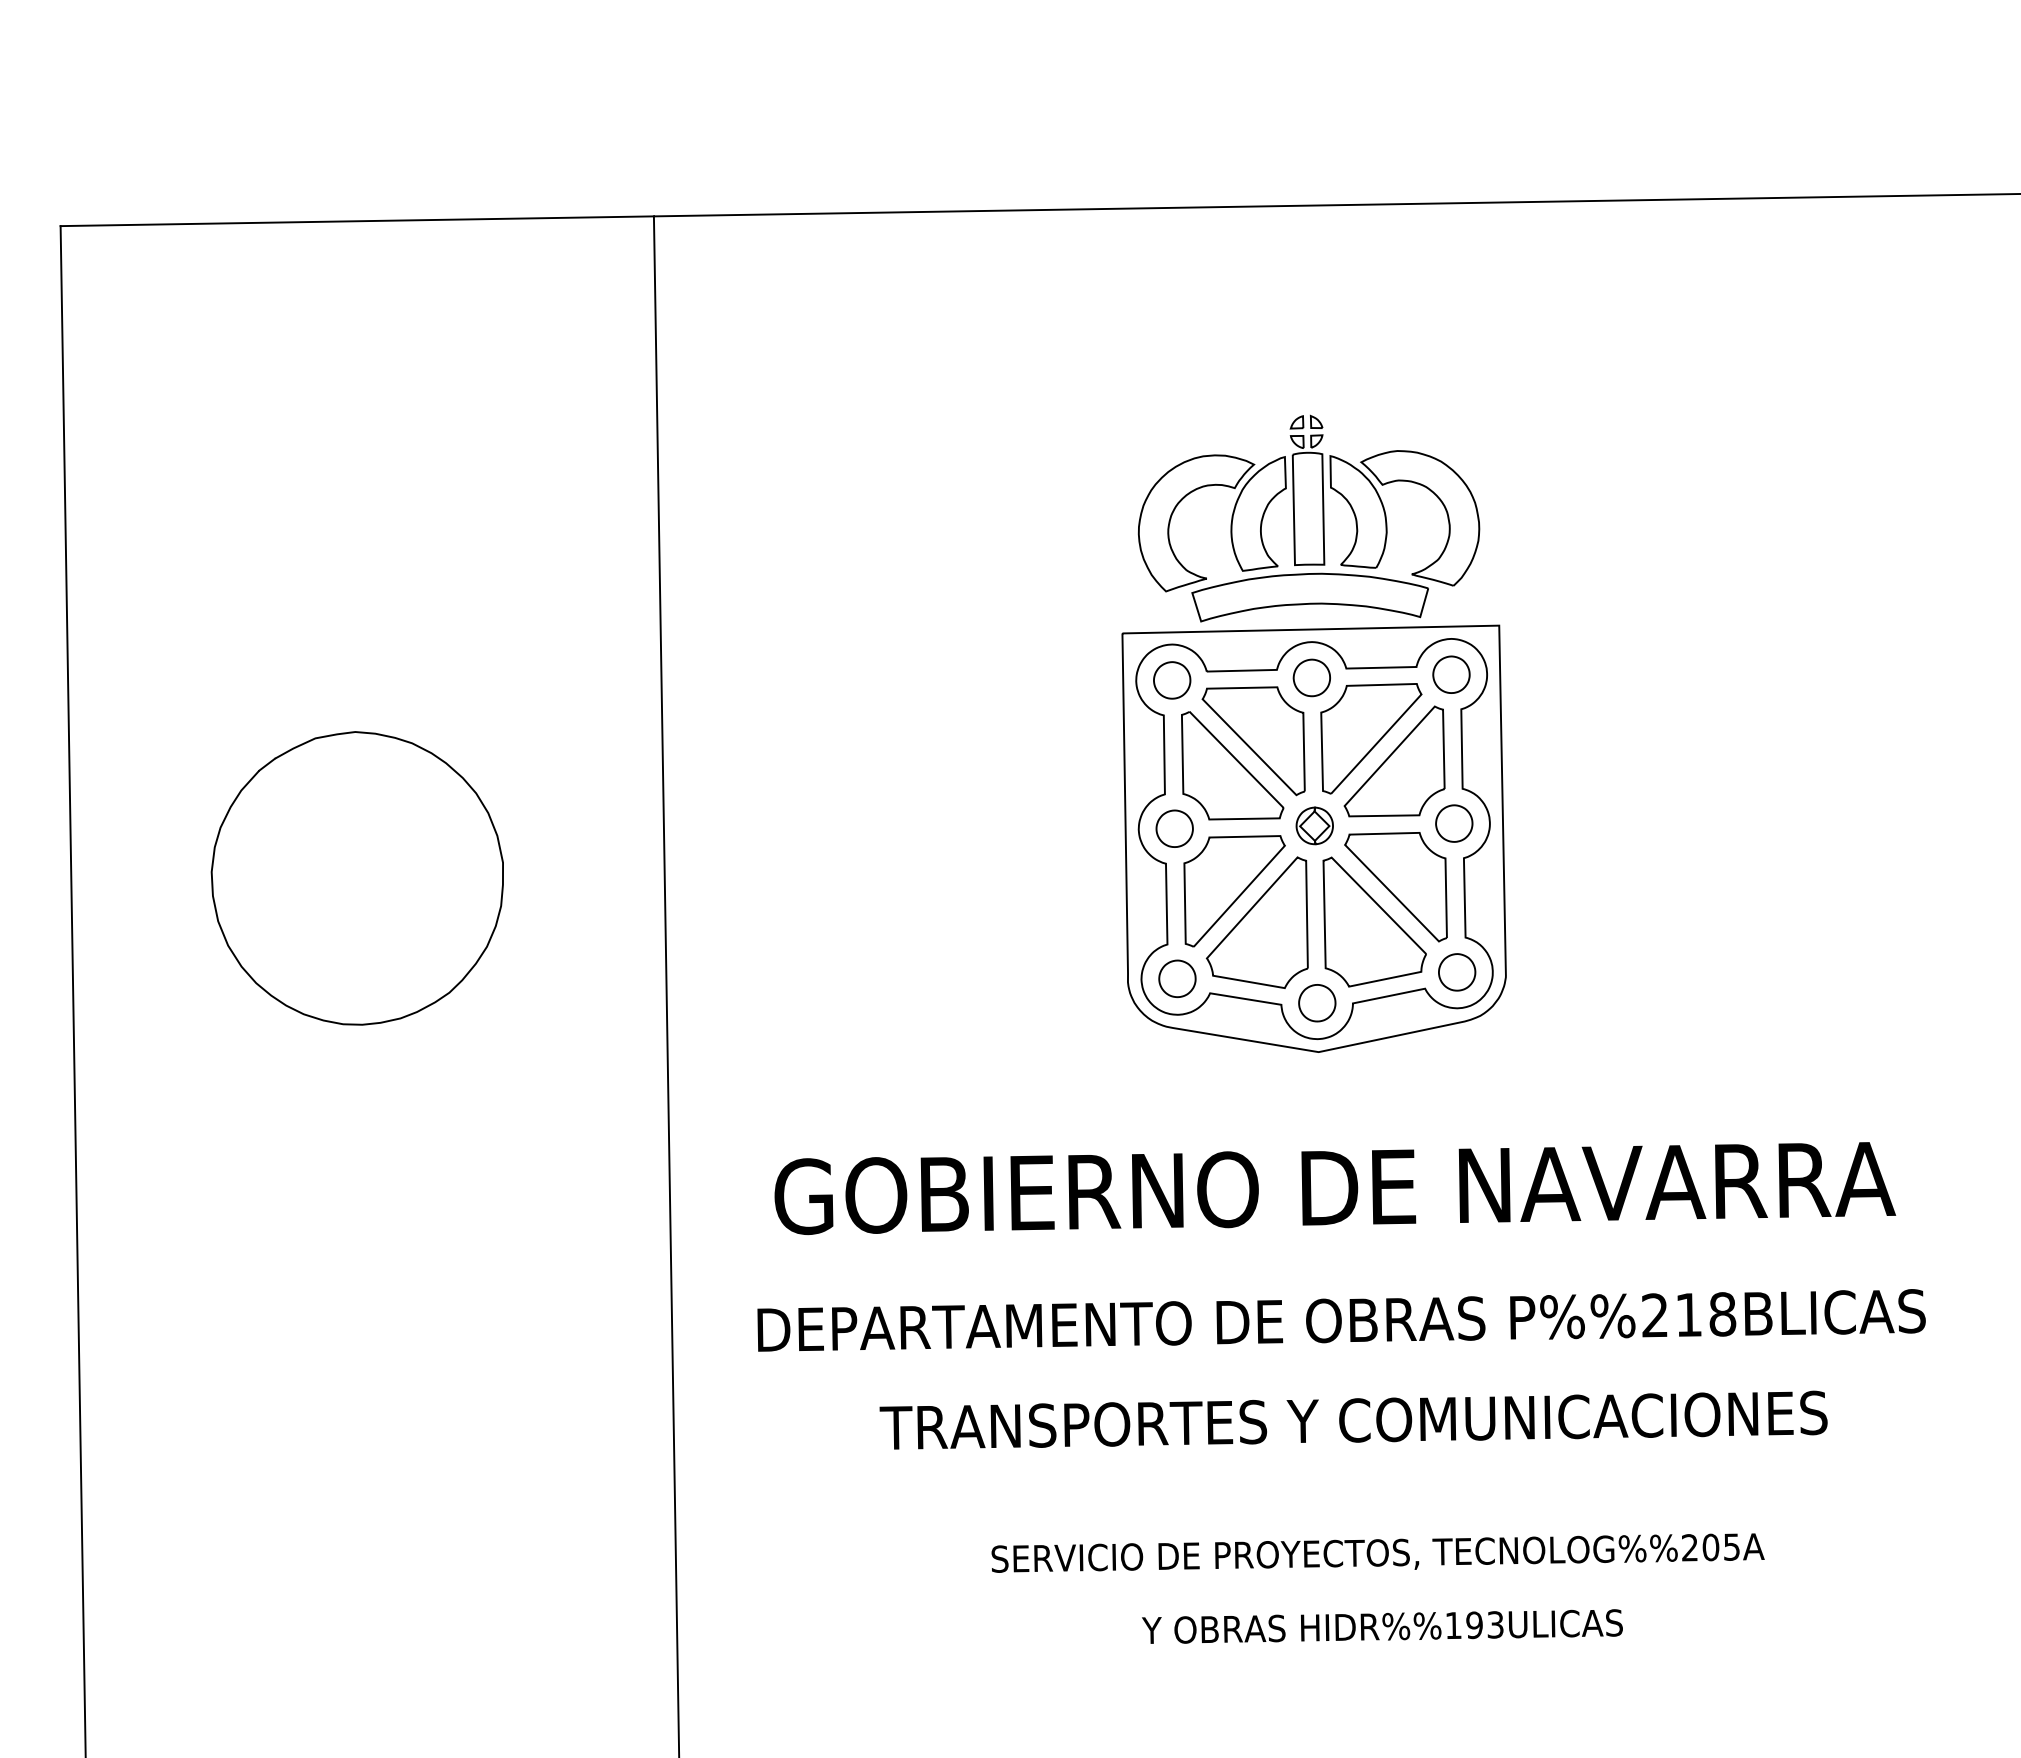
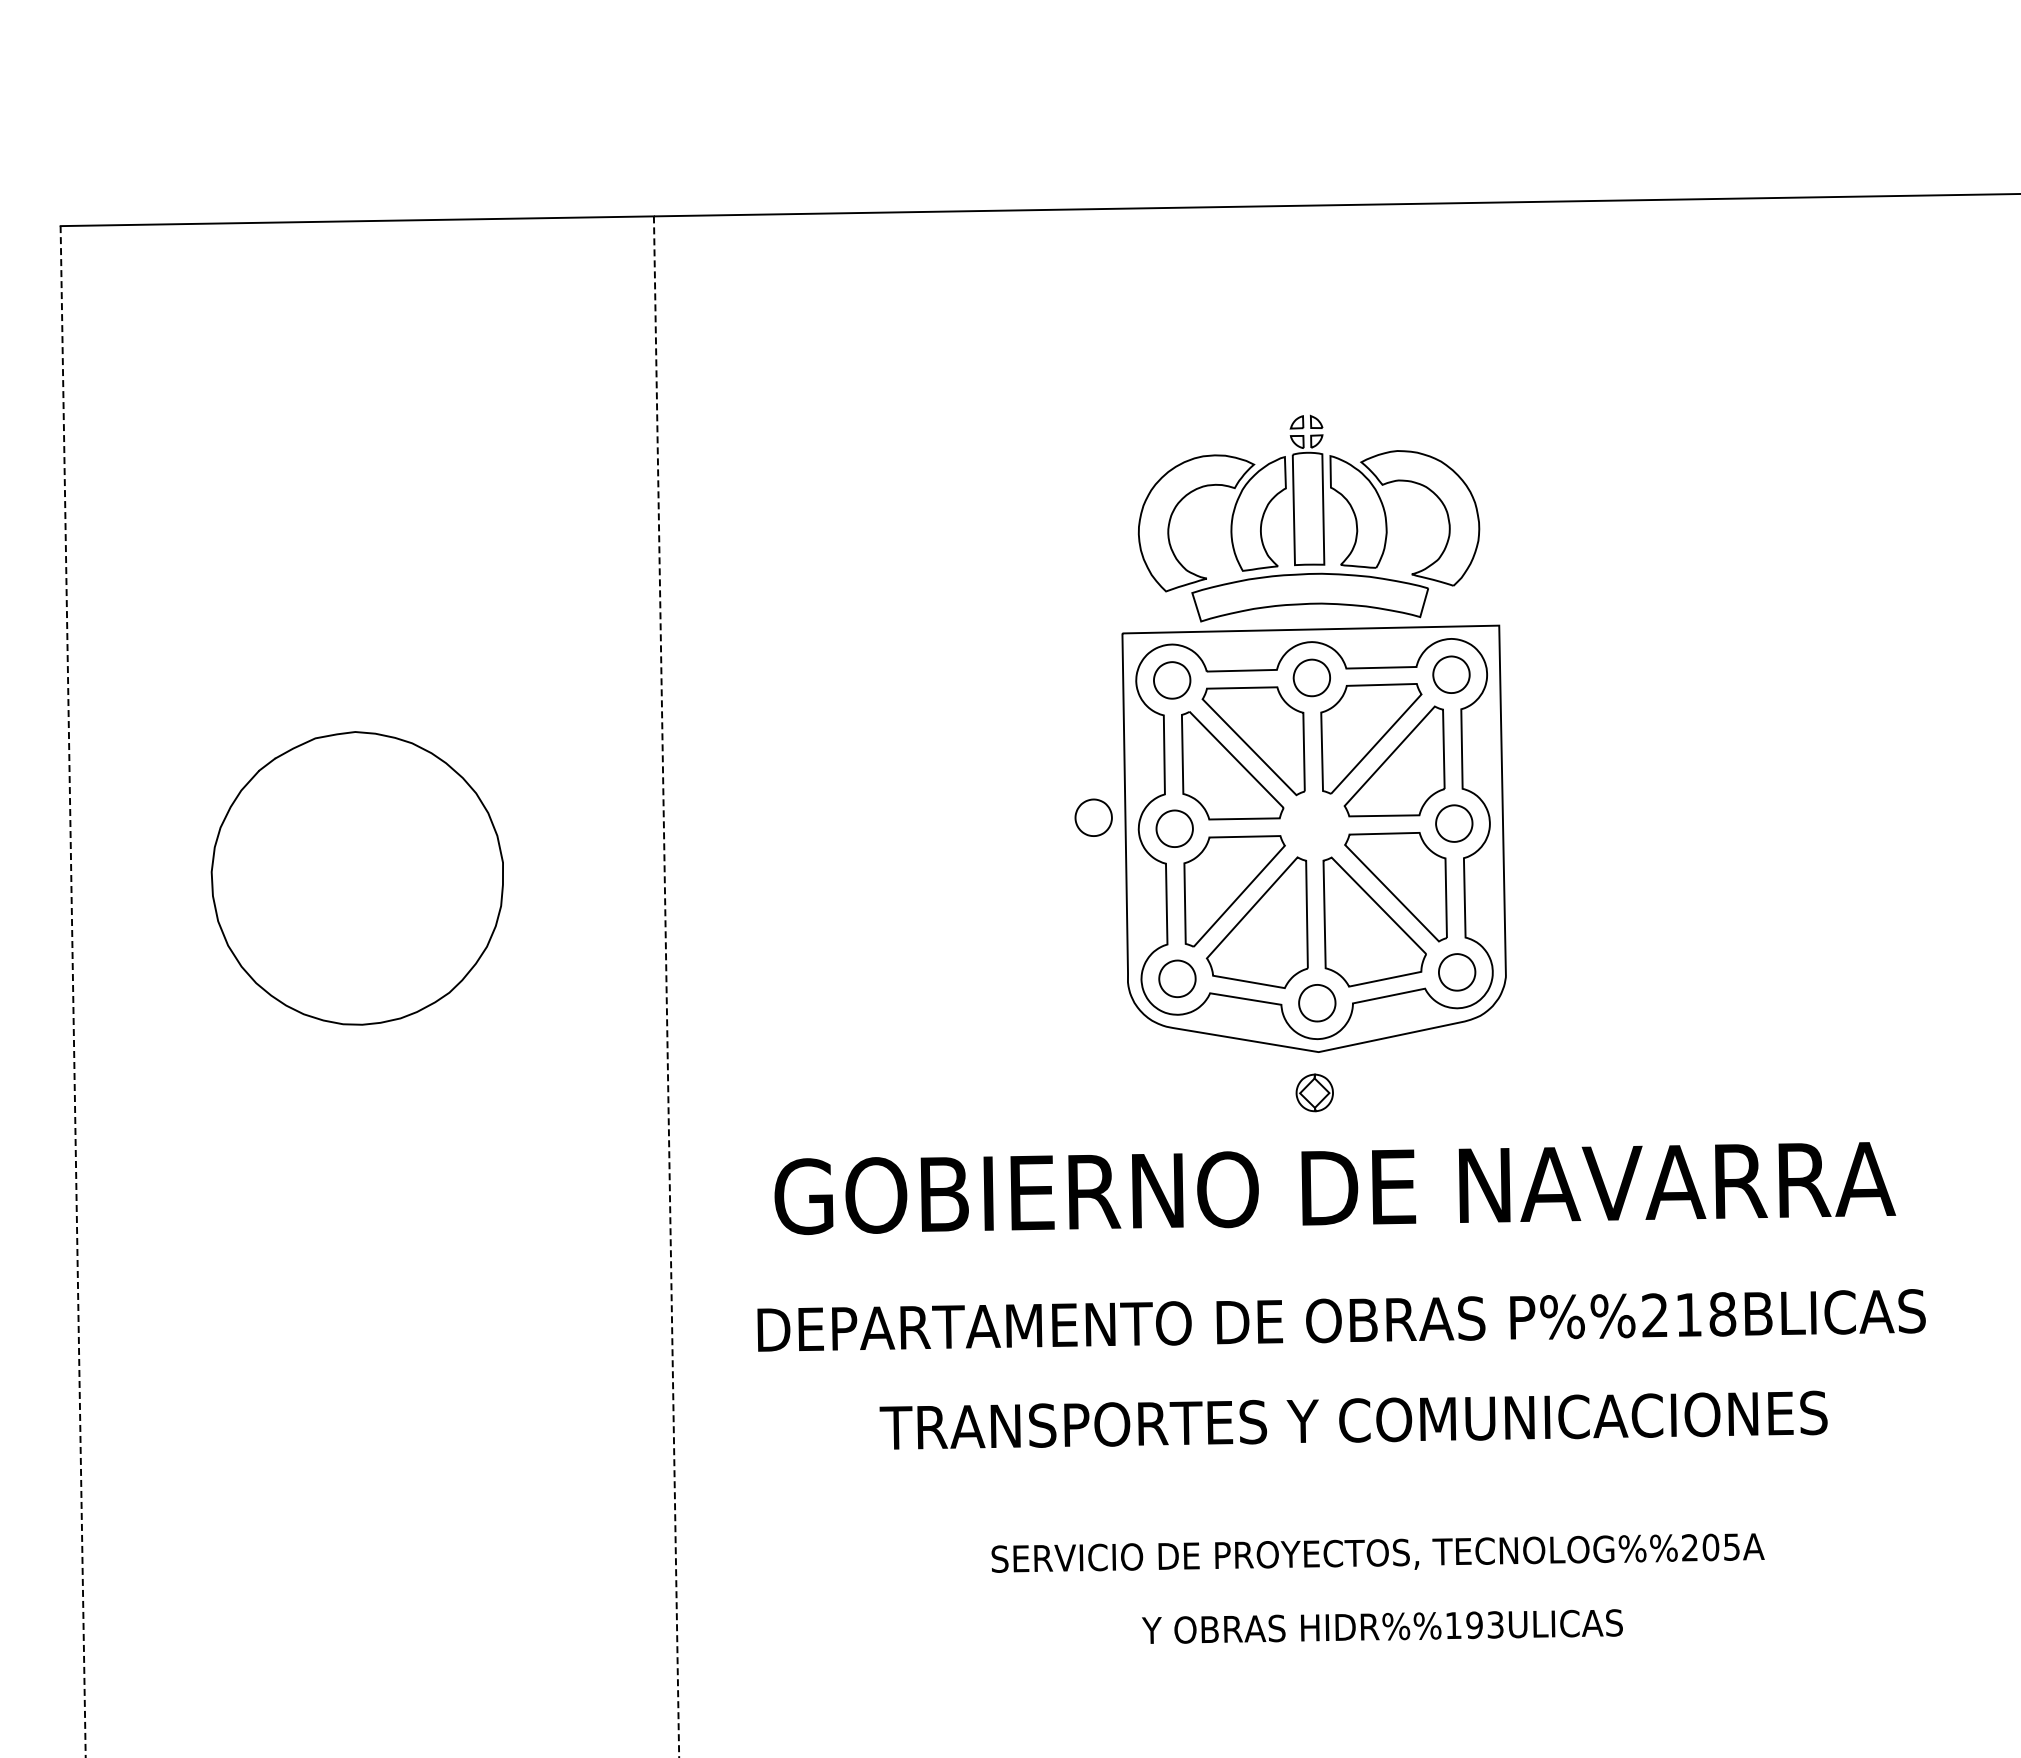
part at (1093, 817): none -> present
part at (1314, 825) position: (1314, 825) -> (1314, 1092)
line at (666, 987): solid -> dashed
line at (73, 992): solid -> dashed
